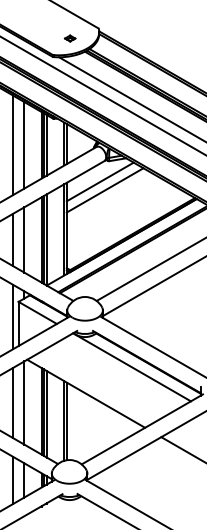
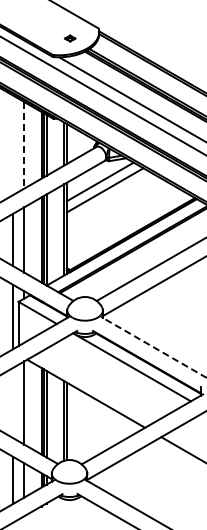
line at (12, 145): present -> none
line at (24, 145): solid -> dashed
line at (153, 347): solid -> dashed
line at (12, 402): present -> none
